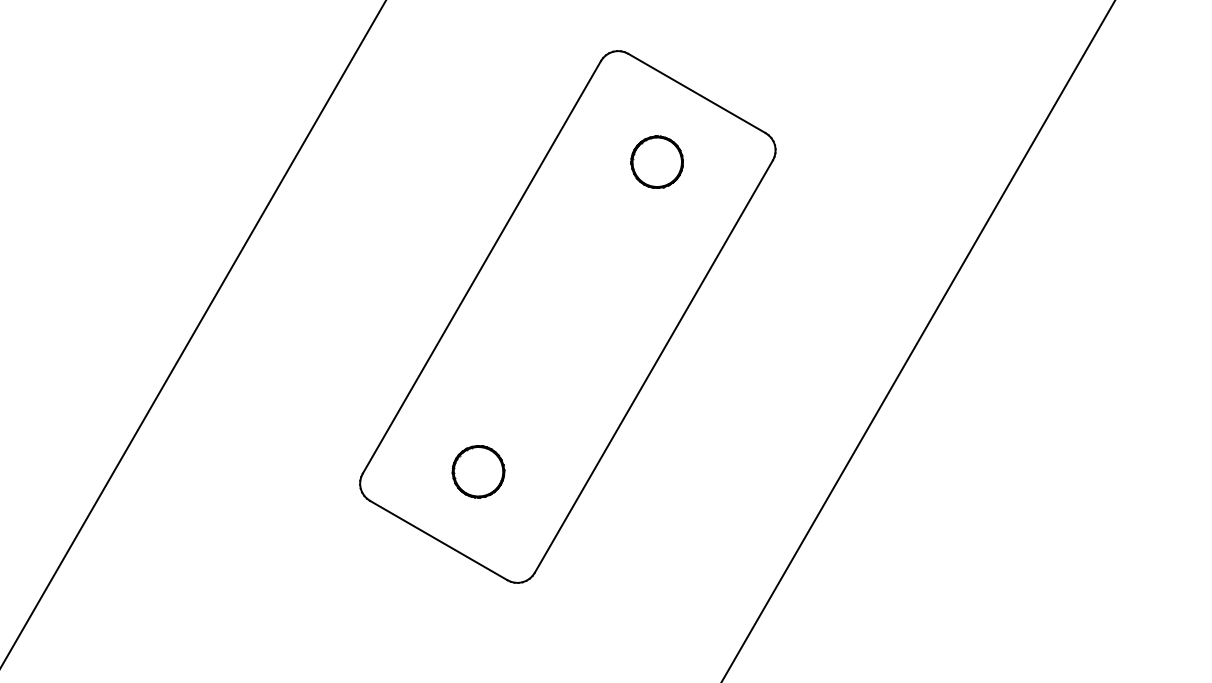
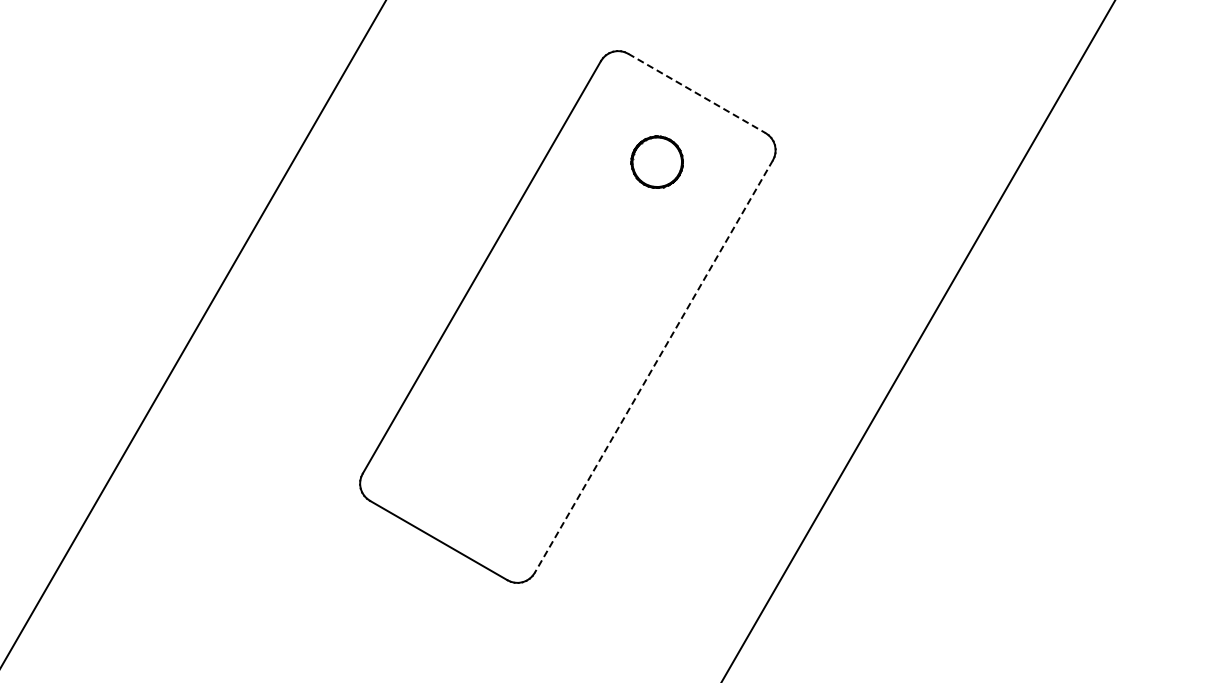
line at (697, 93): solid -> dashed
line at (653, 367): solid -> dashed
part at (478, 471): present -> none
